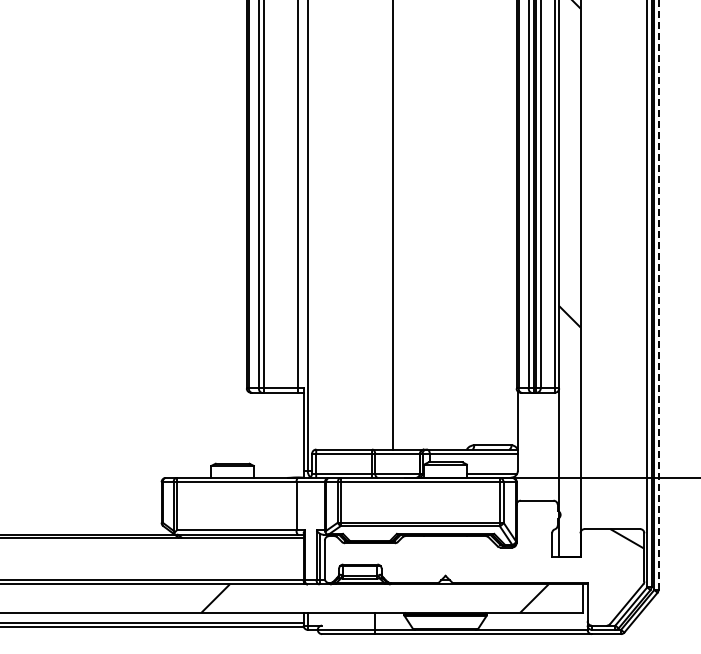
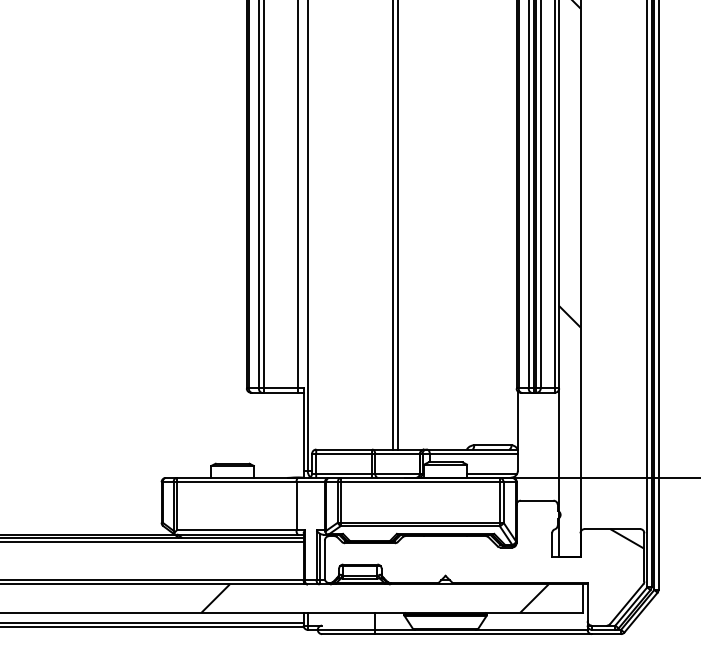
line at (398, 225): none -> present
line at (658, 295): dashed -> solid
line at (152, 541): none -> present
